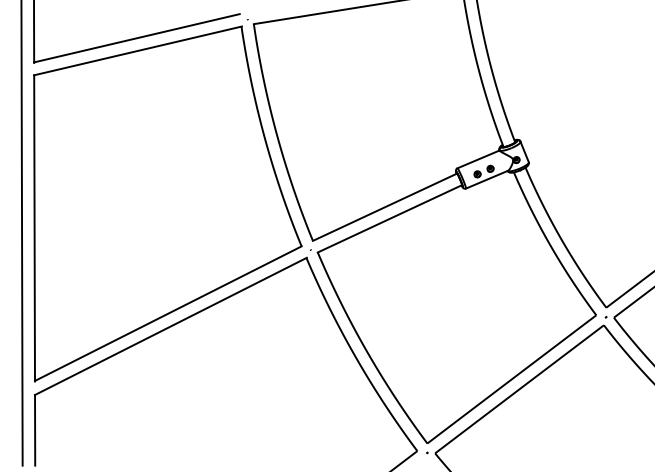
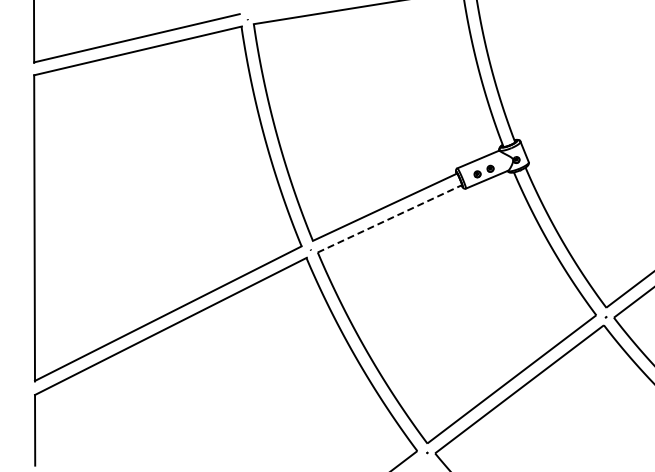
line at (390, 218): solid -> dashed
line at (21, 233): present -> none
